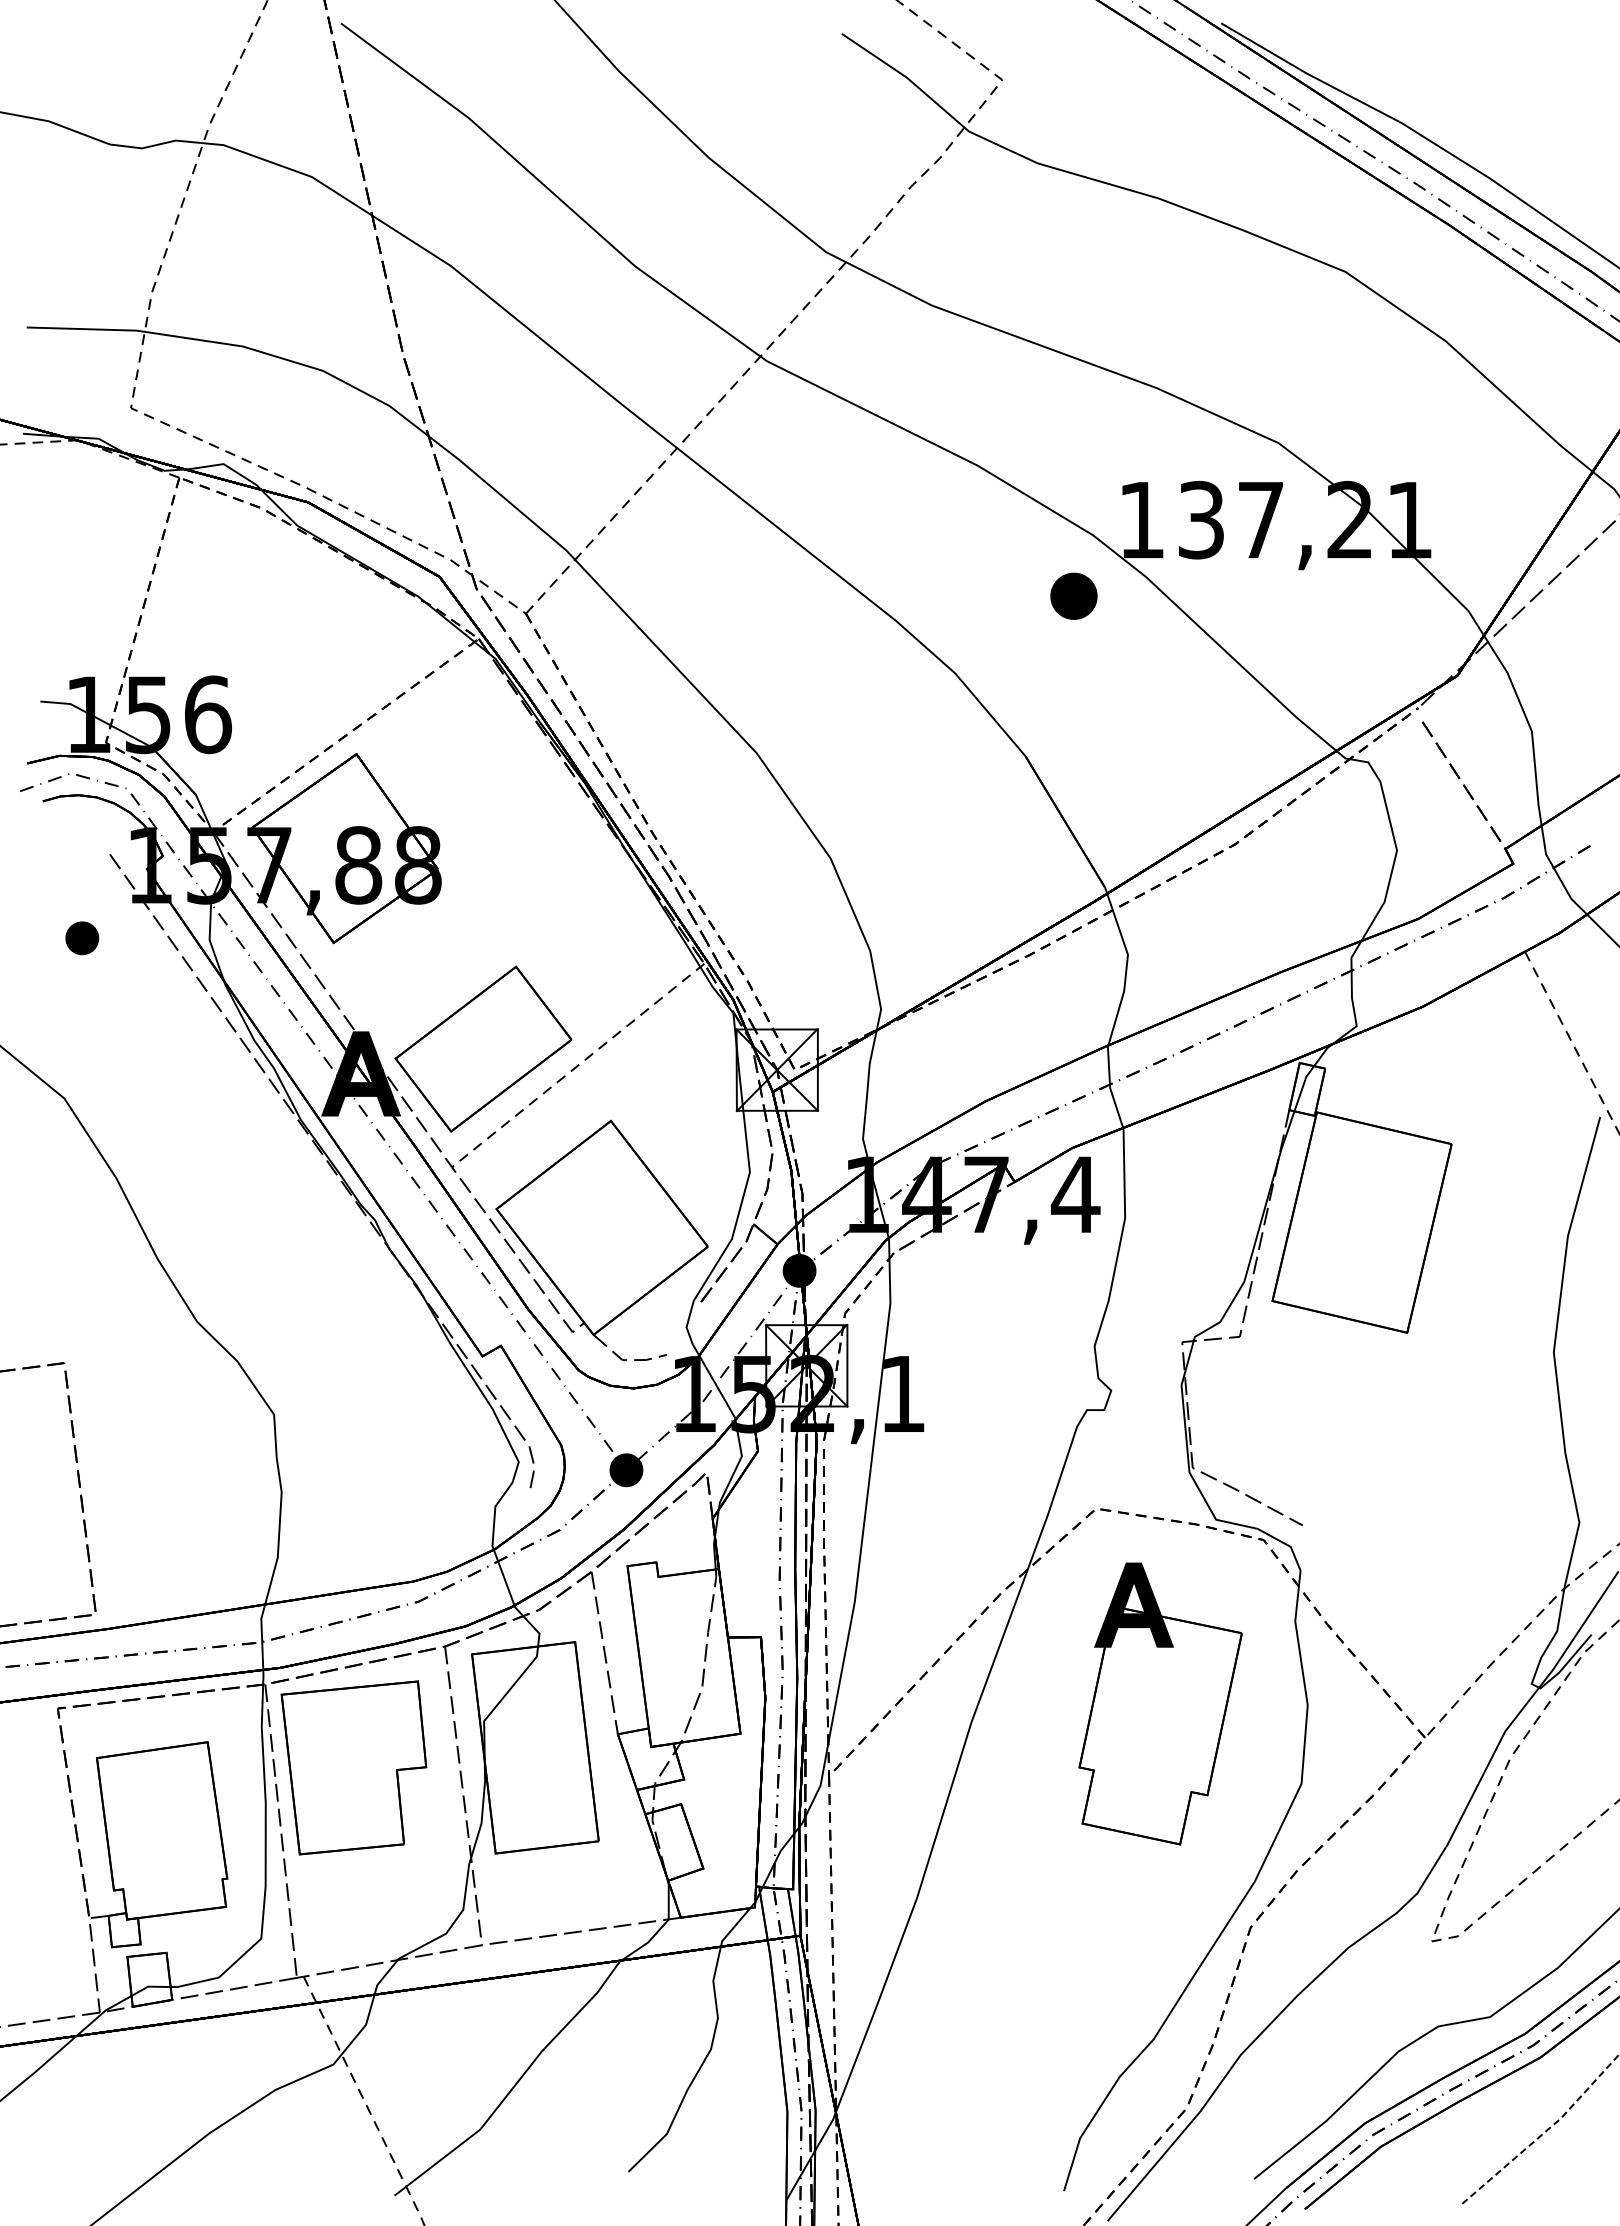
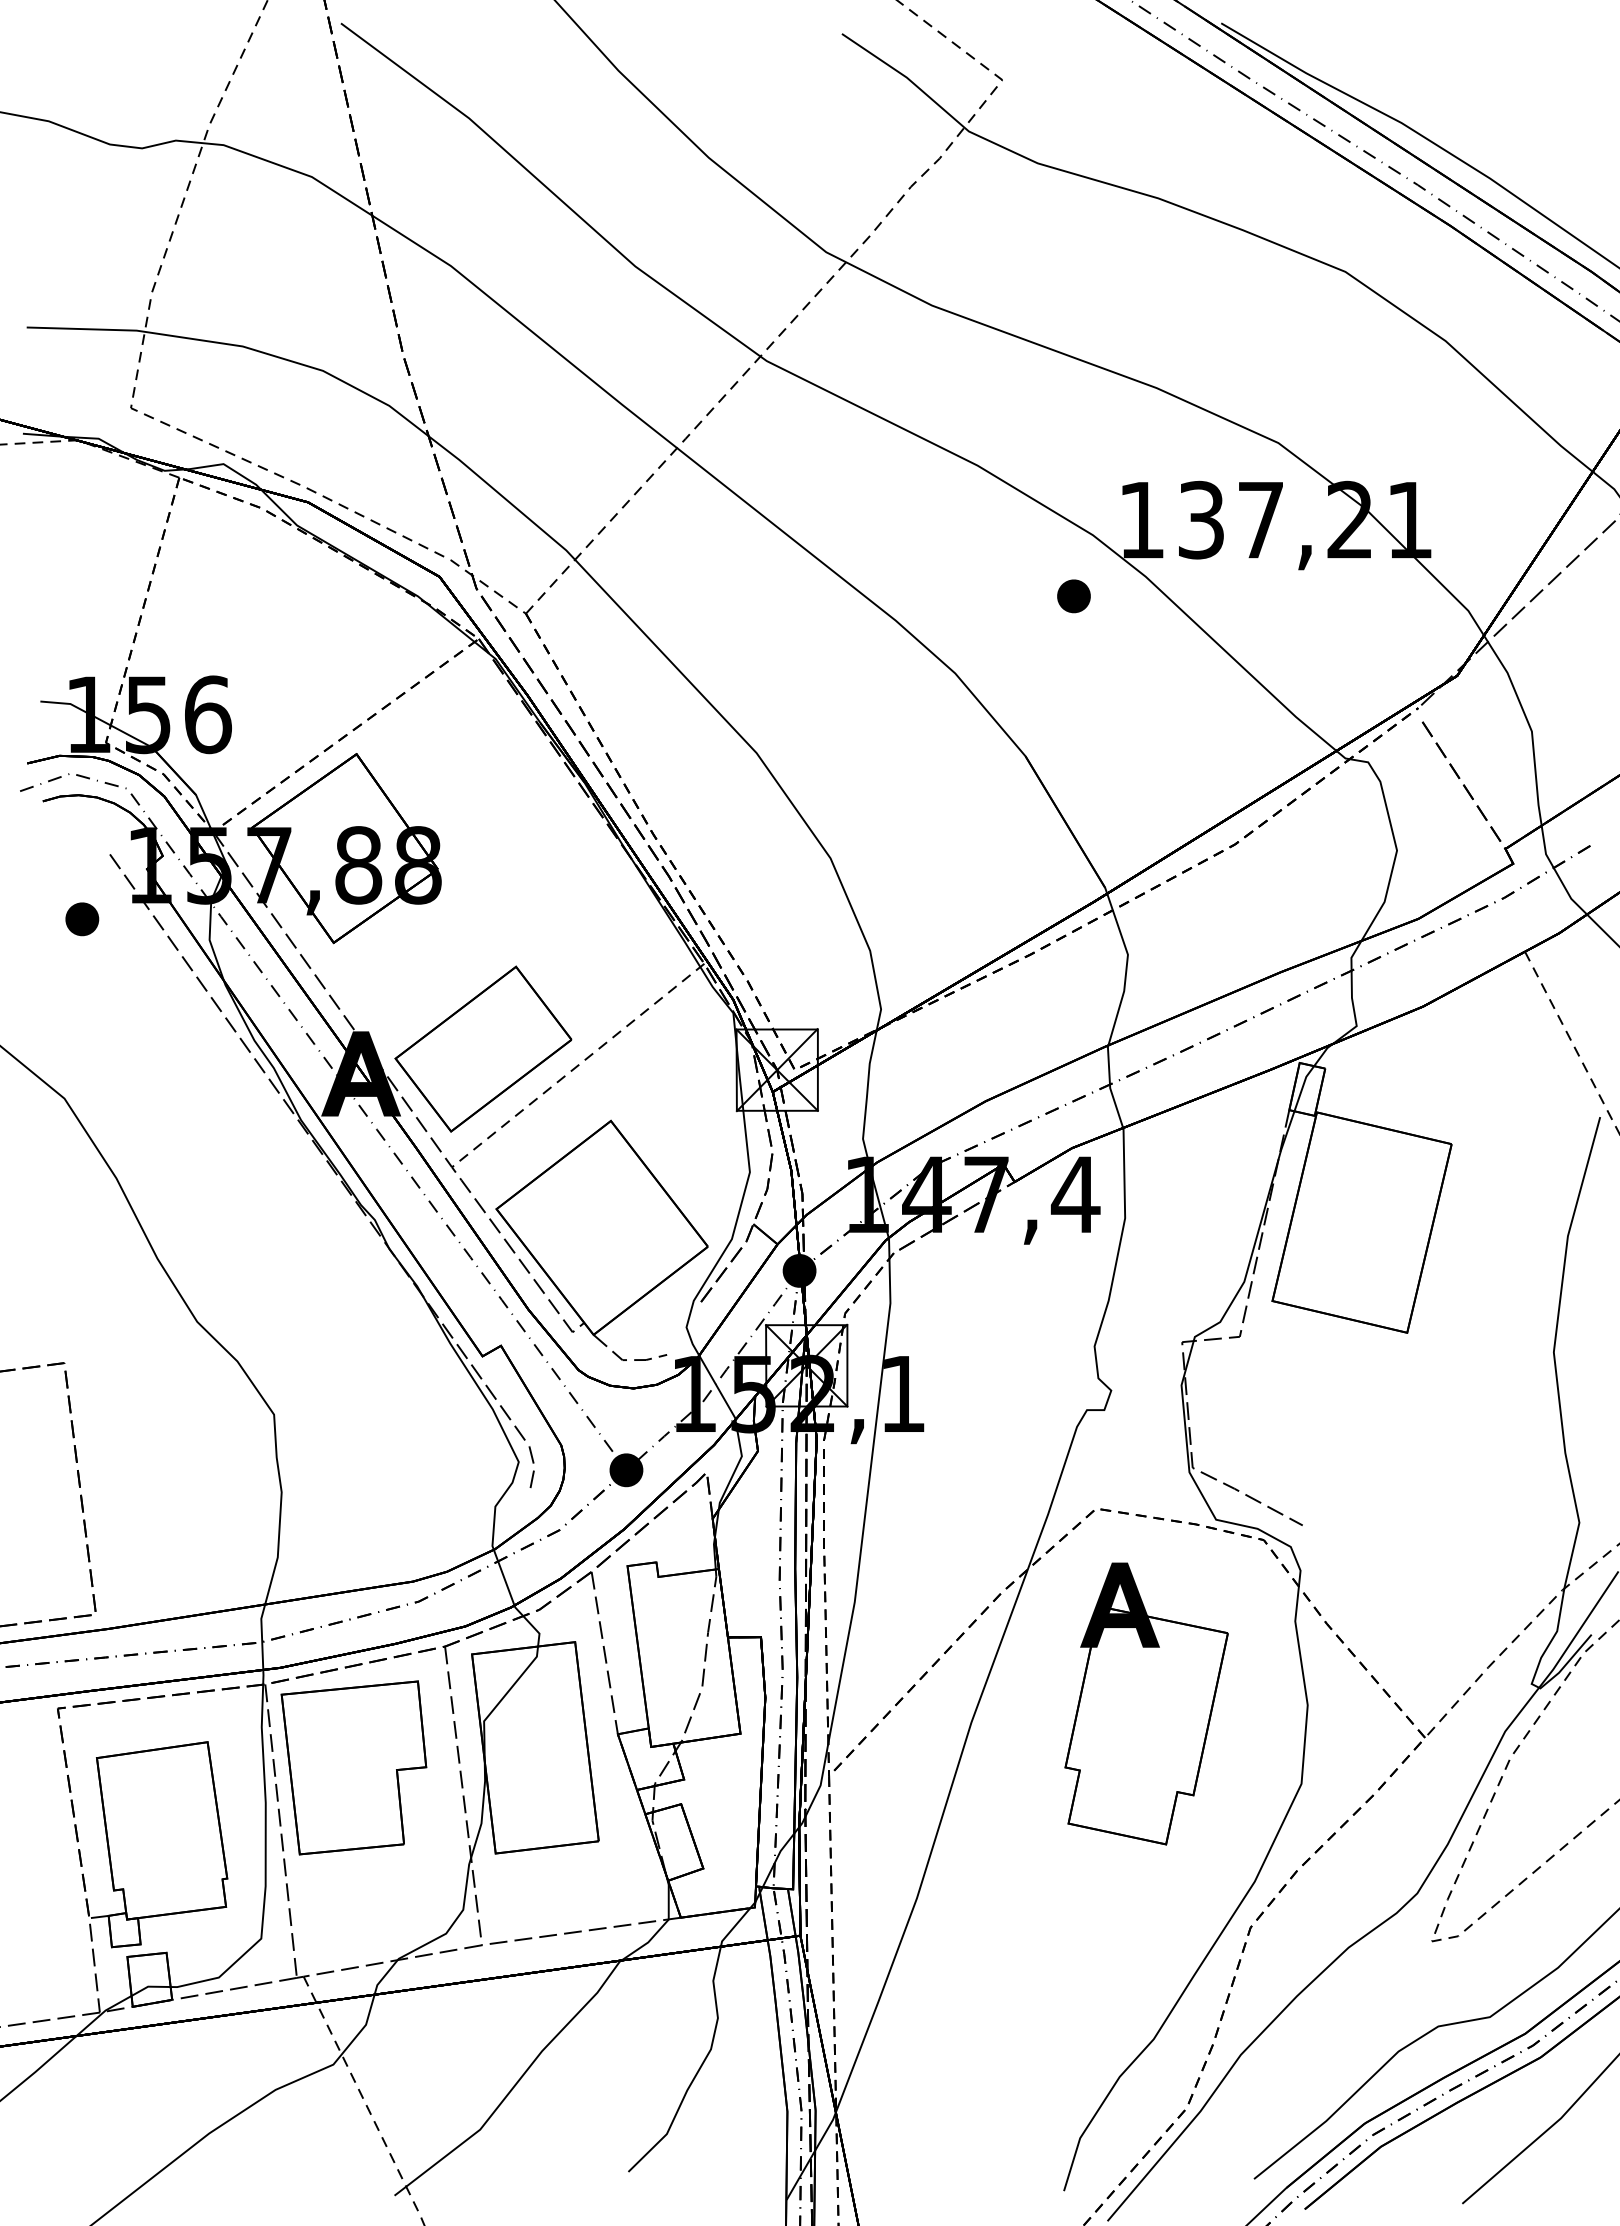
part at (1073, 595) size: 48x48 px -> 34x35 px
part at (82, 938) position: (82, 938) -> (82, 919)
part at (1160, 1703) position: (1160, 1703) -> (1146, 1703)
line at (1545, 2132): dashed -> solid
